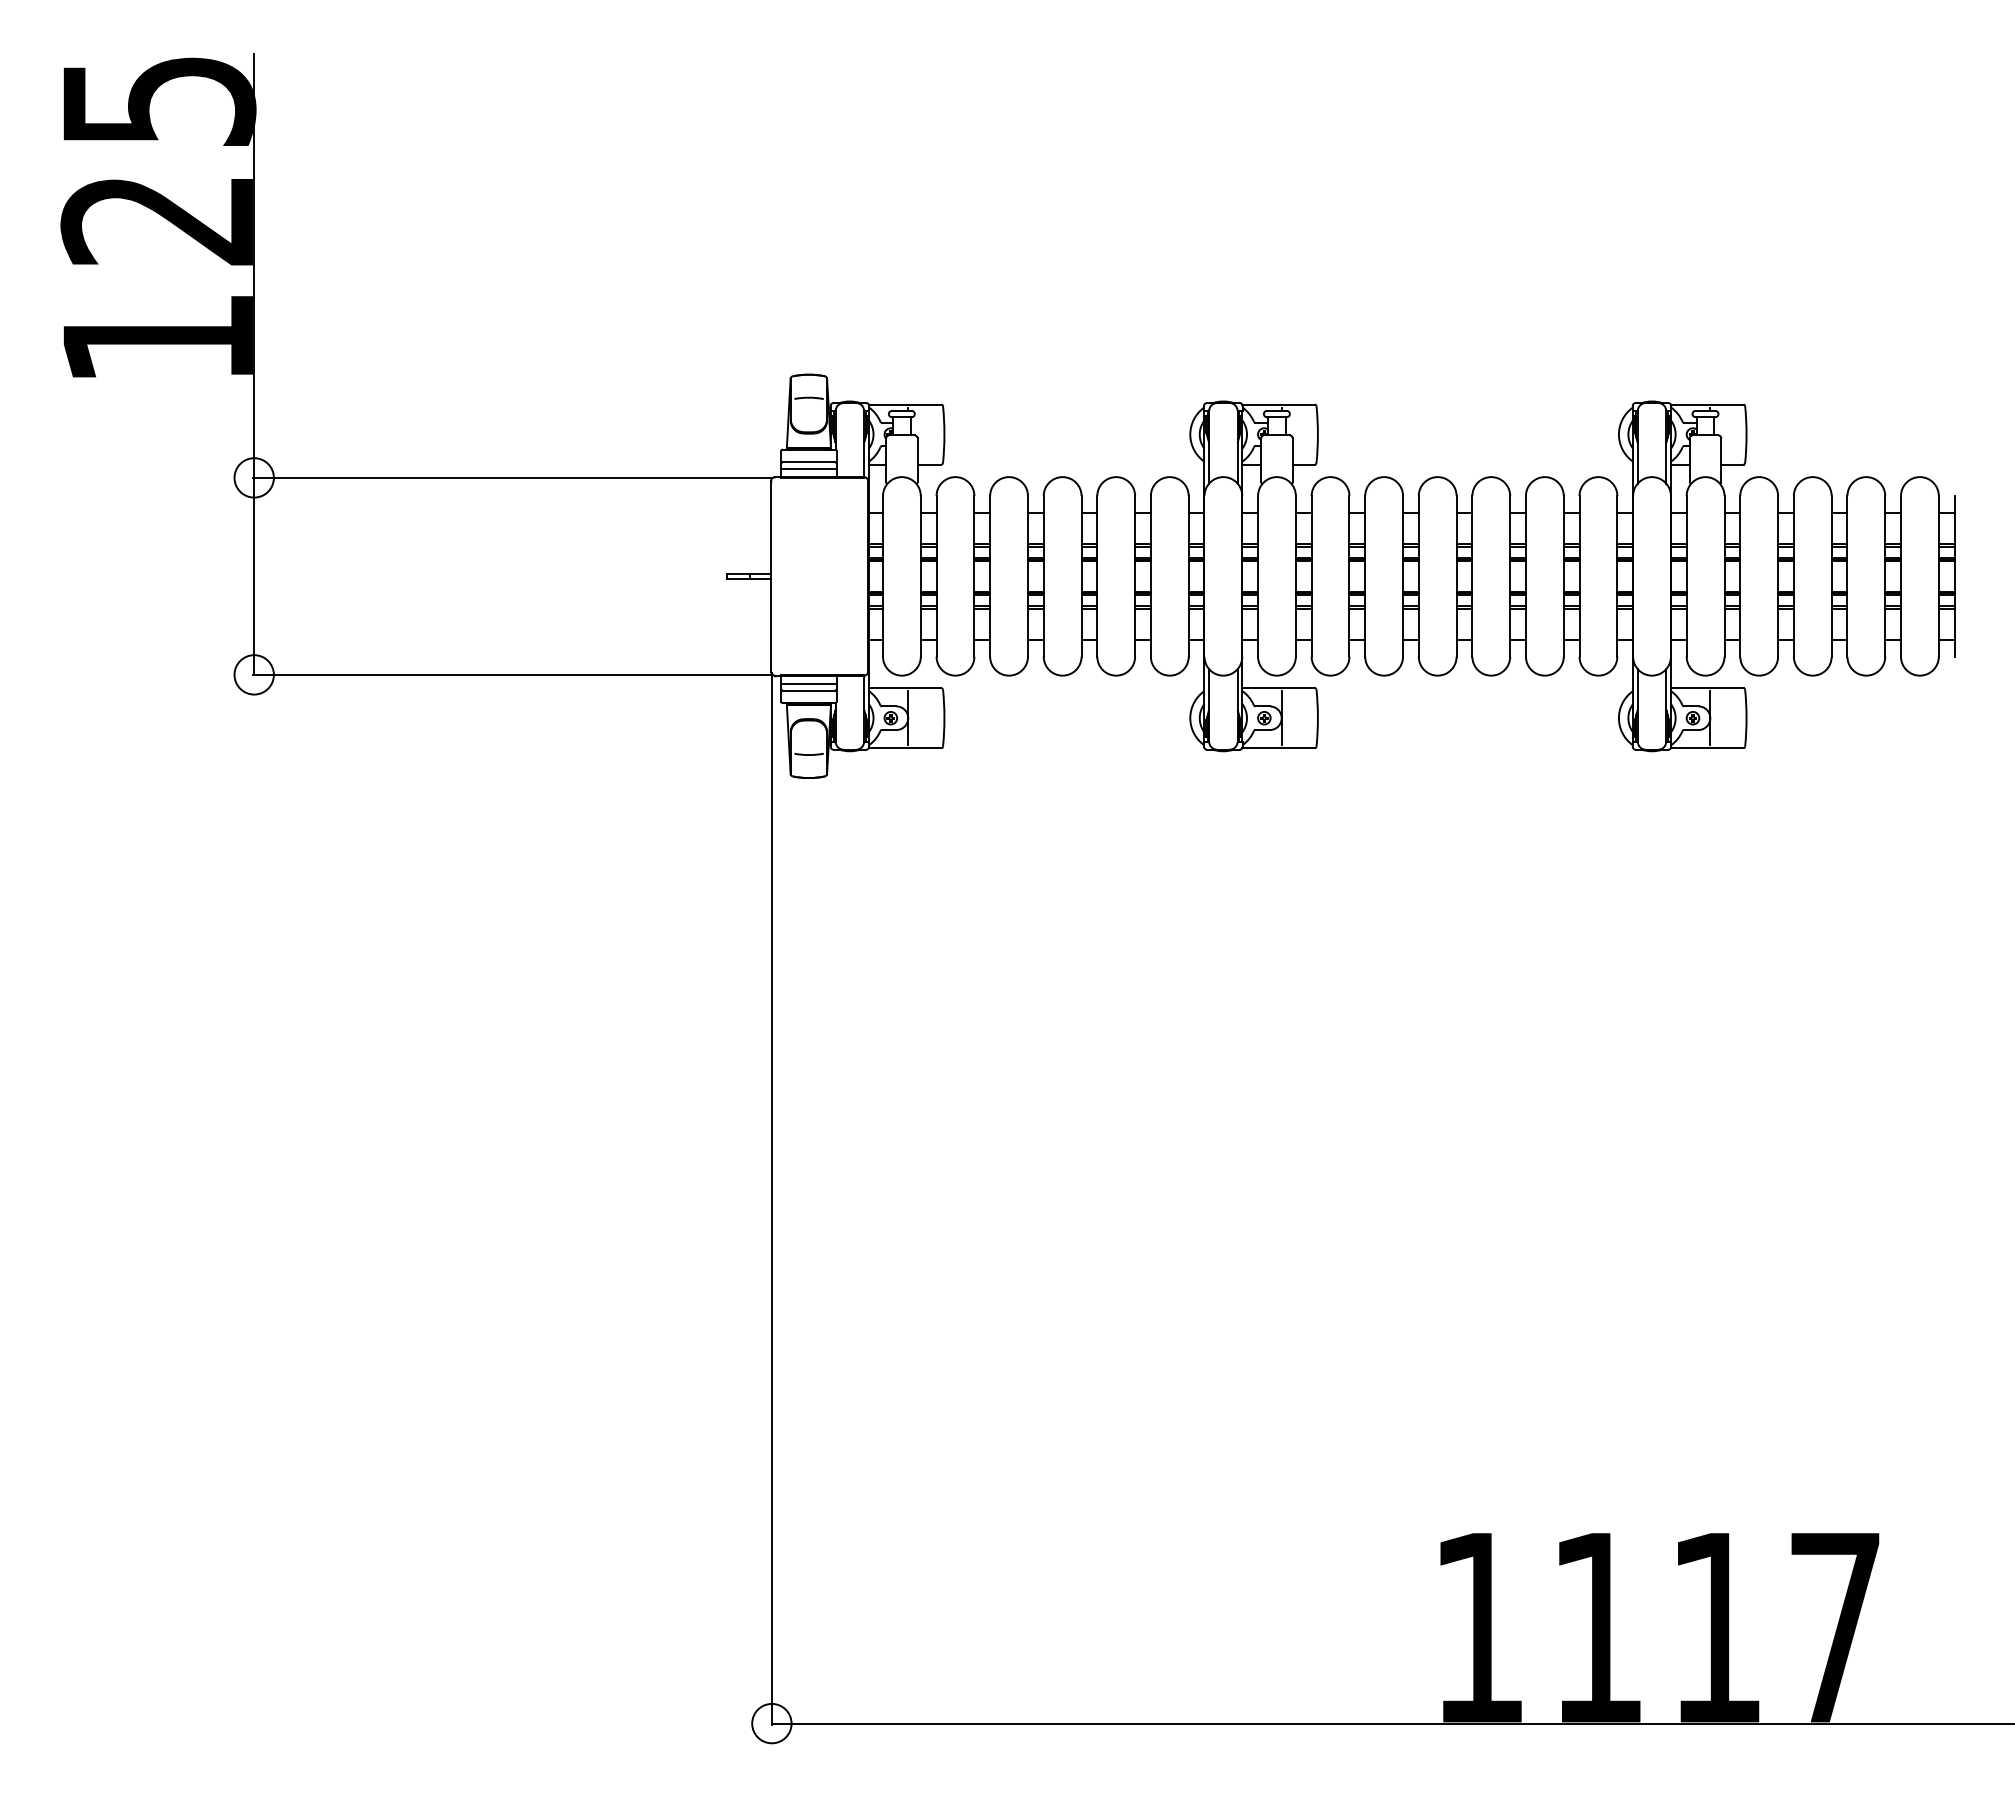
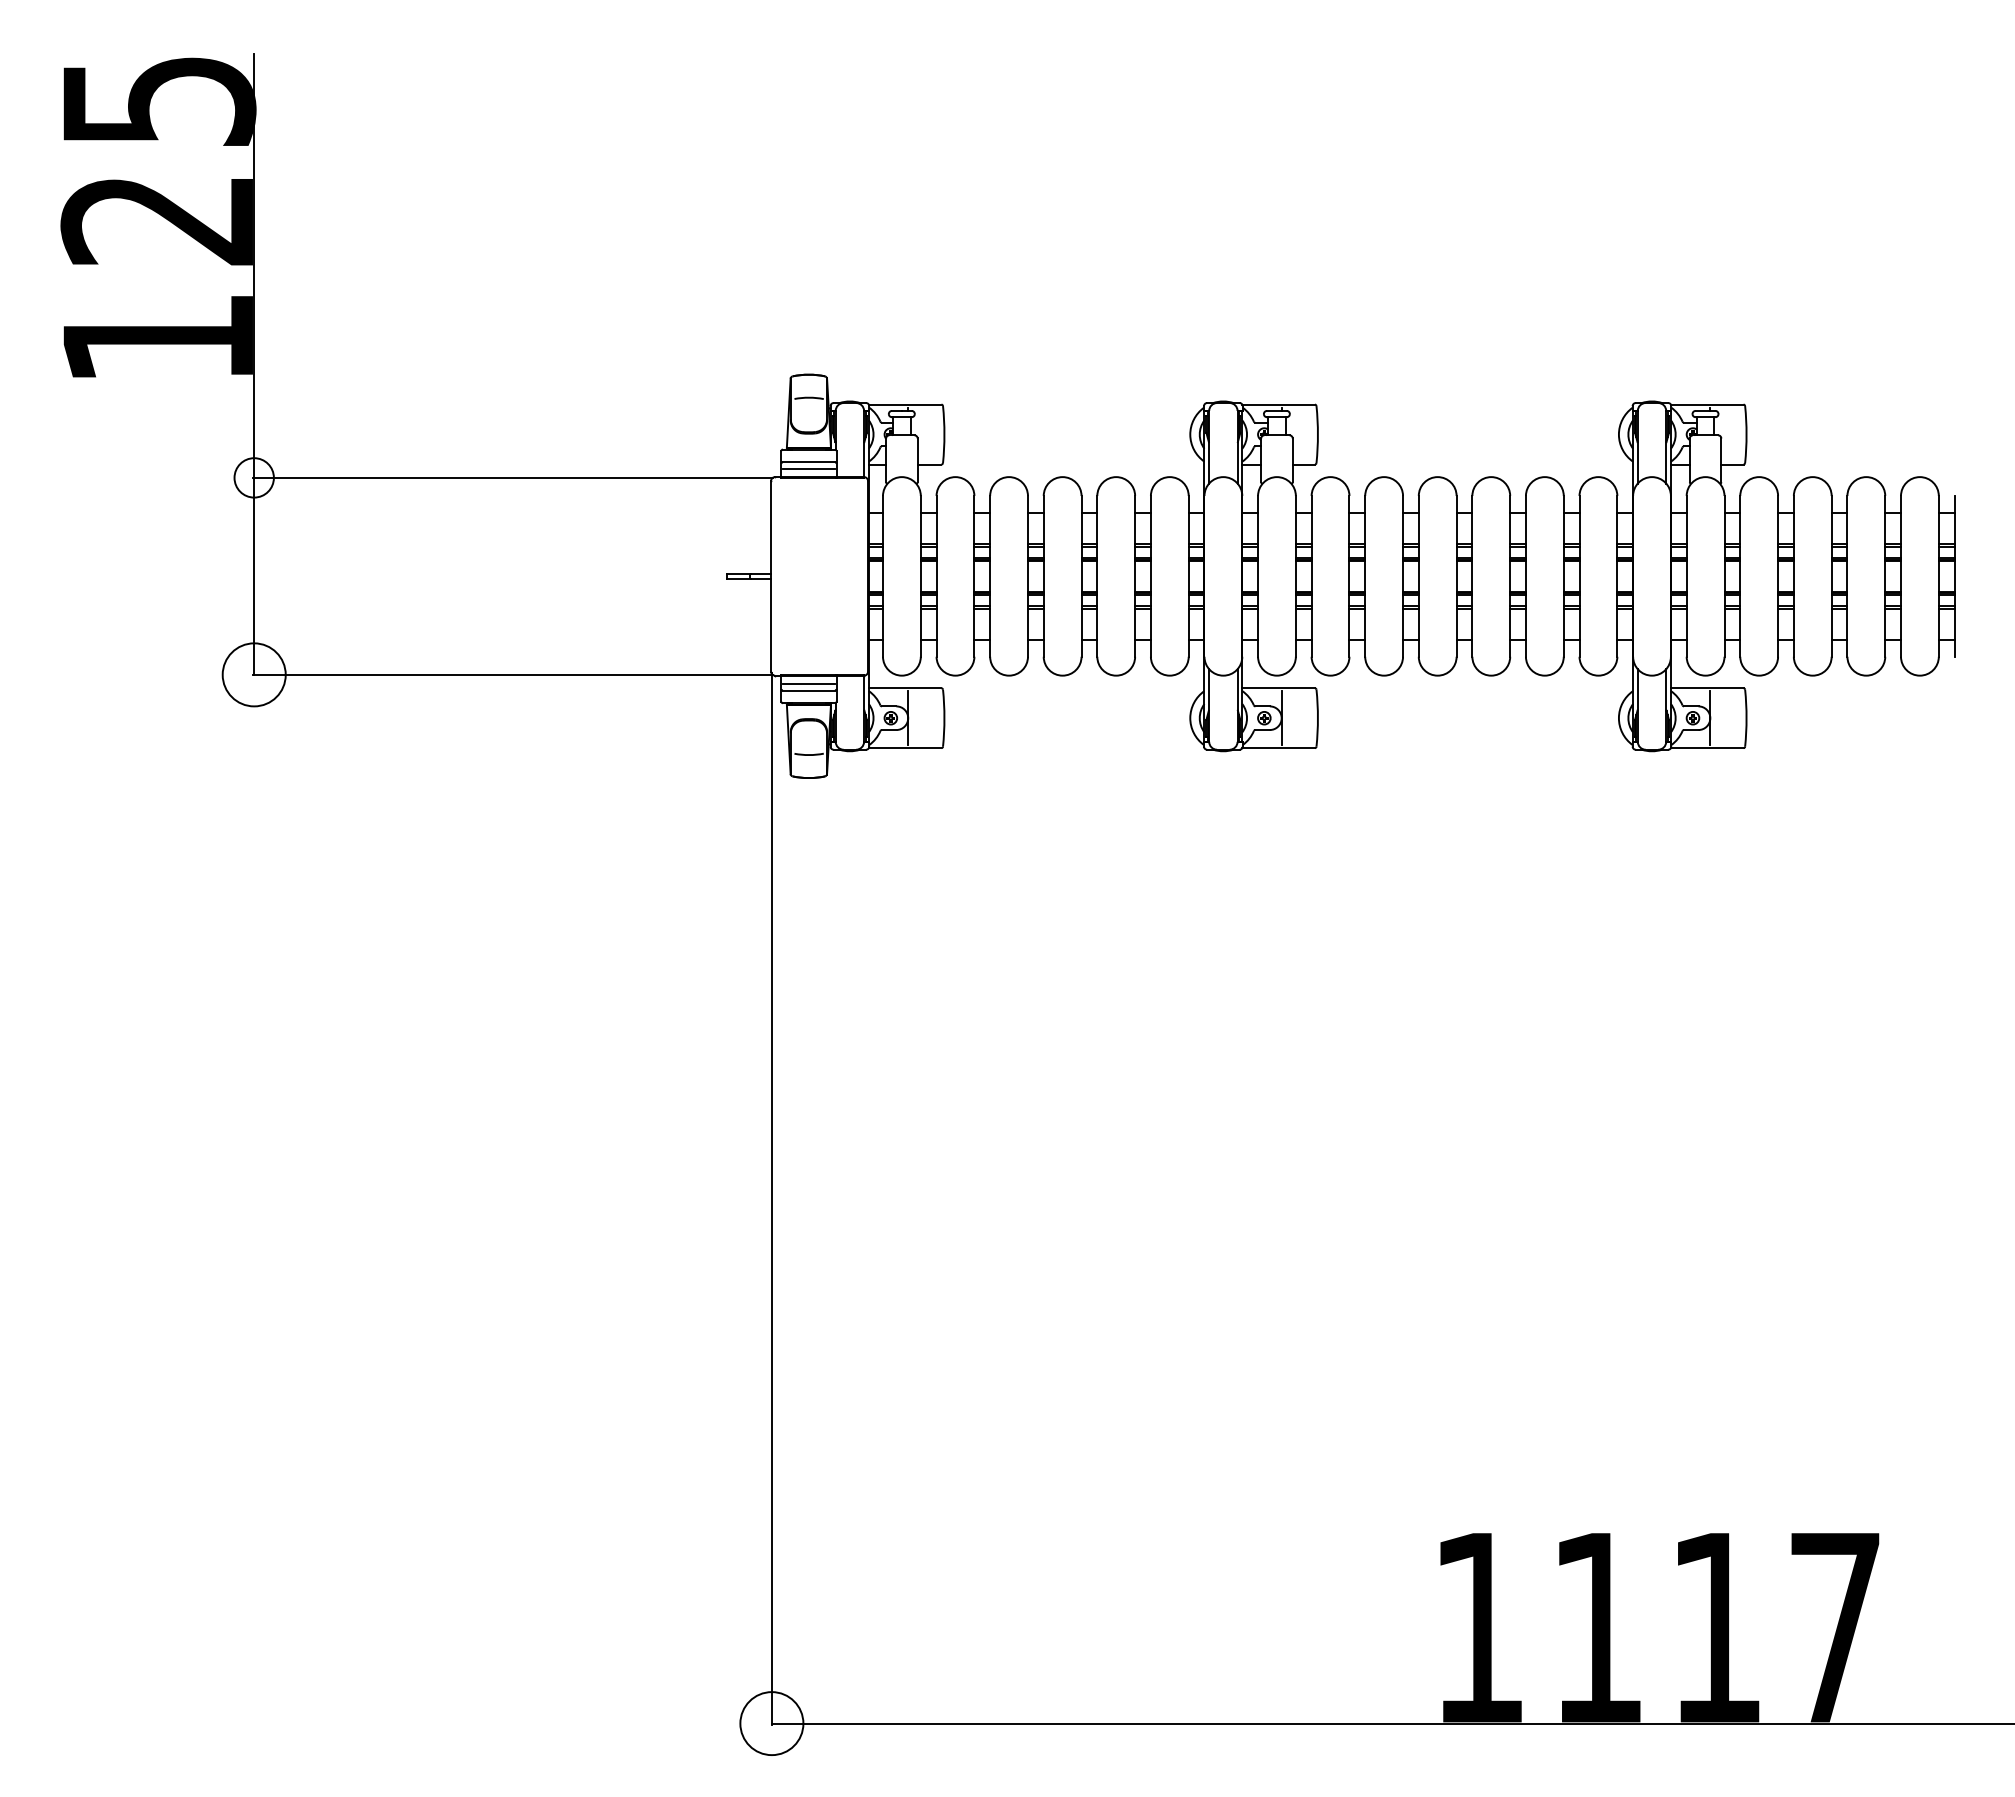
circle at (253, 674) diameter: 39 px -> 63 px
circle at (771, 1723) diameter: 39 px -> 63 px
